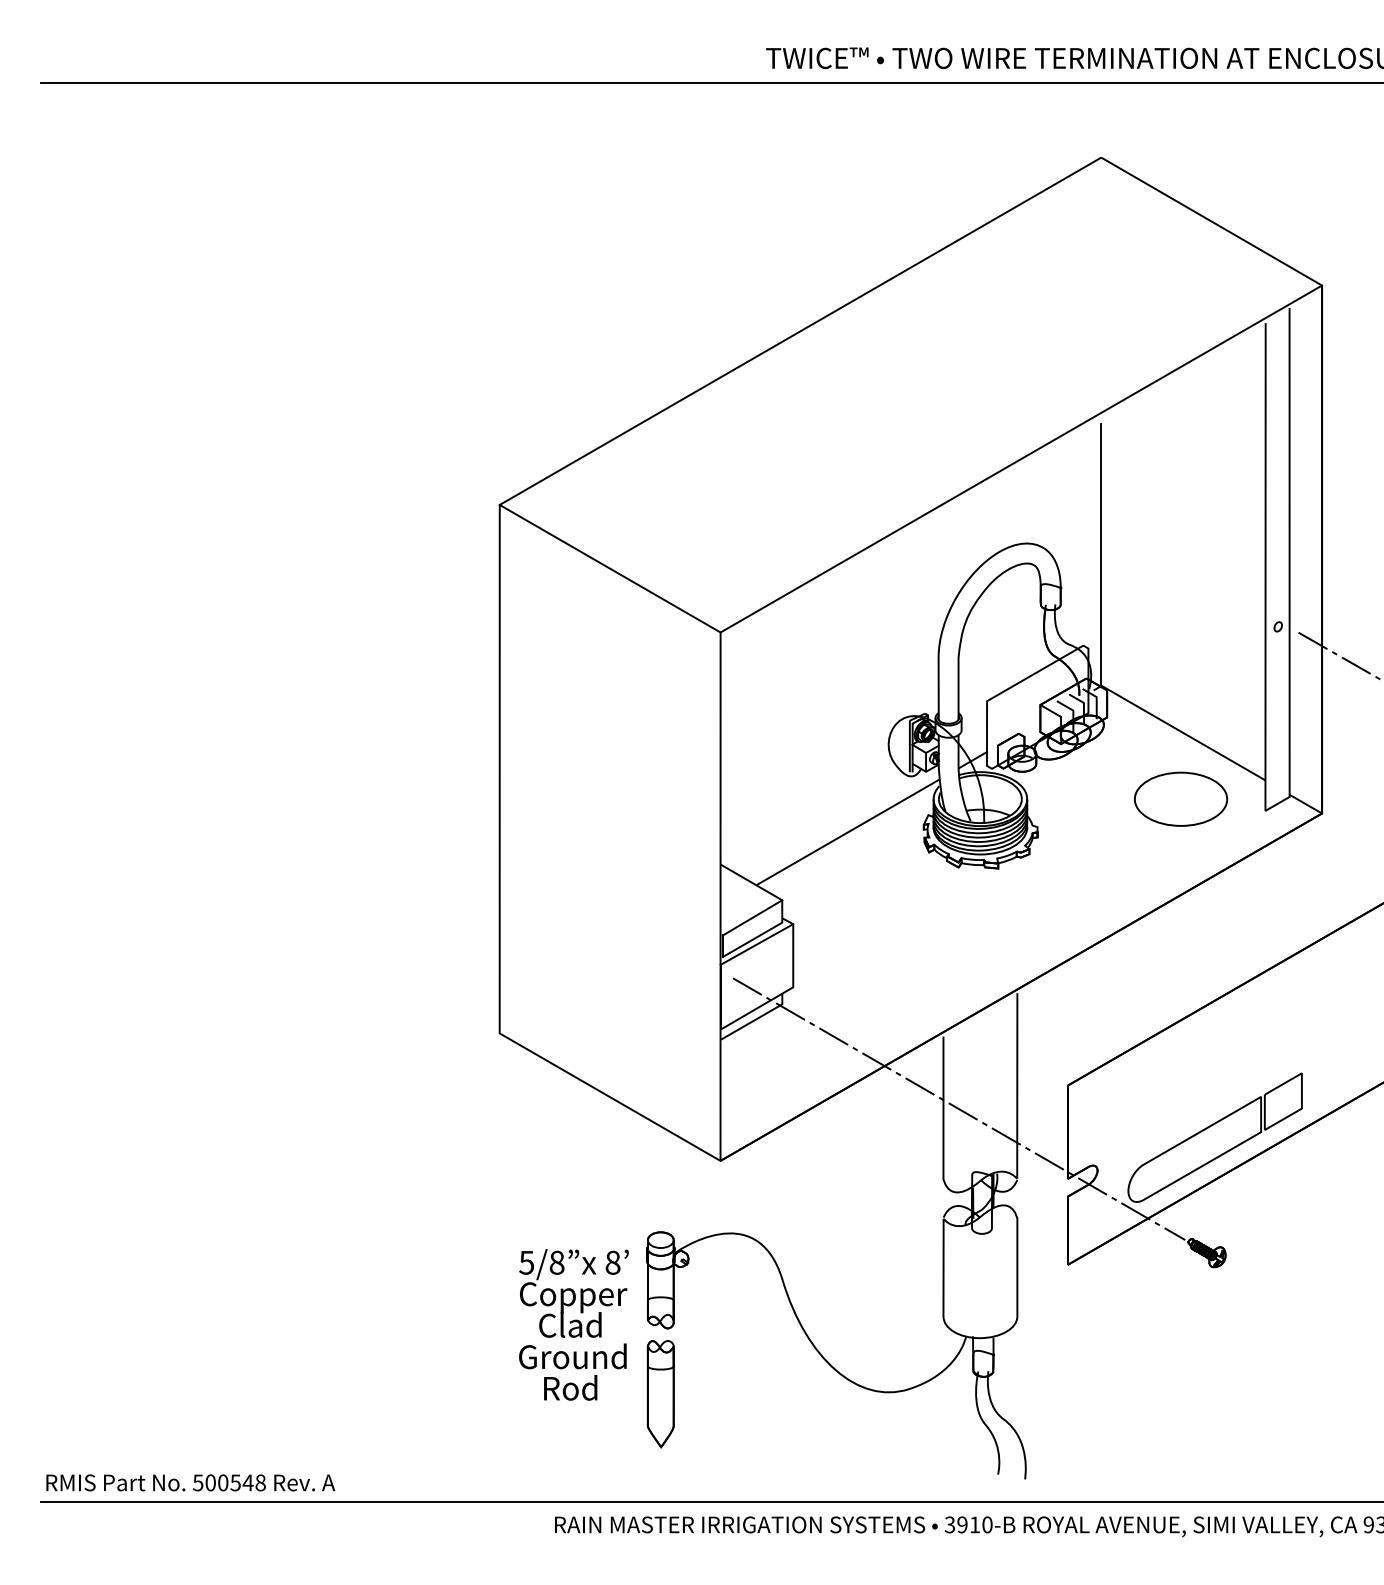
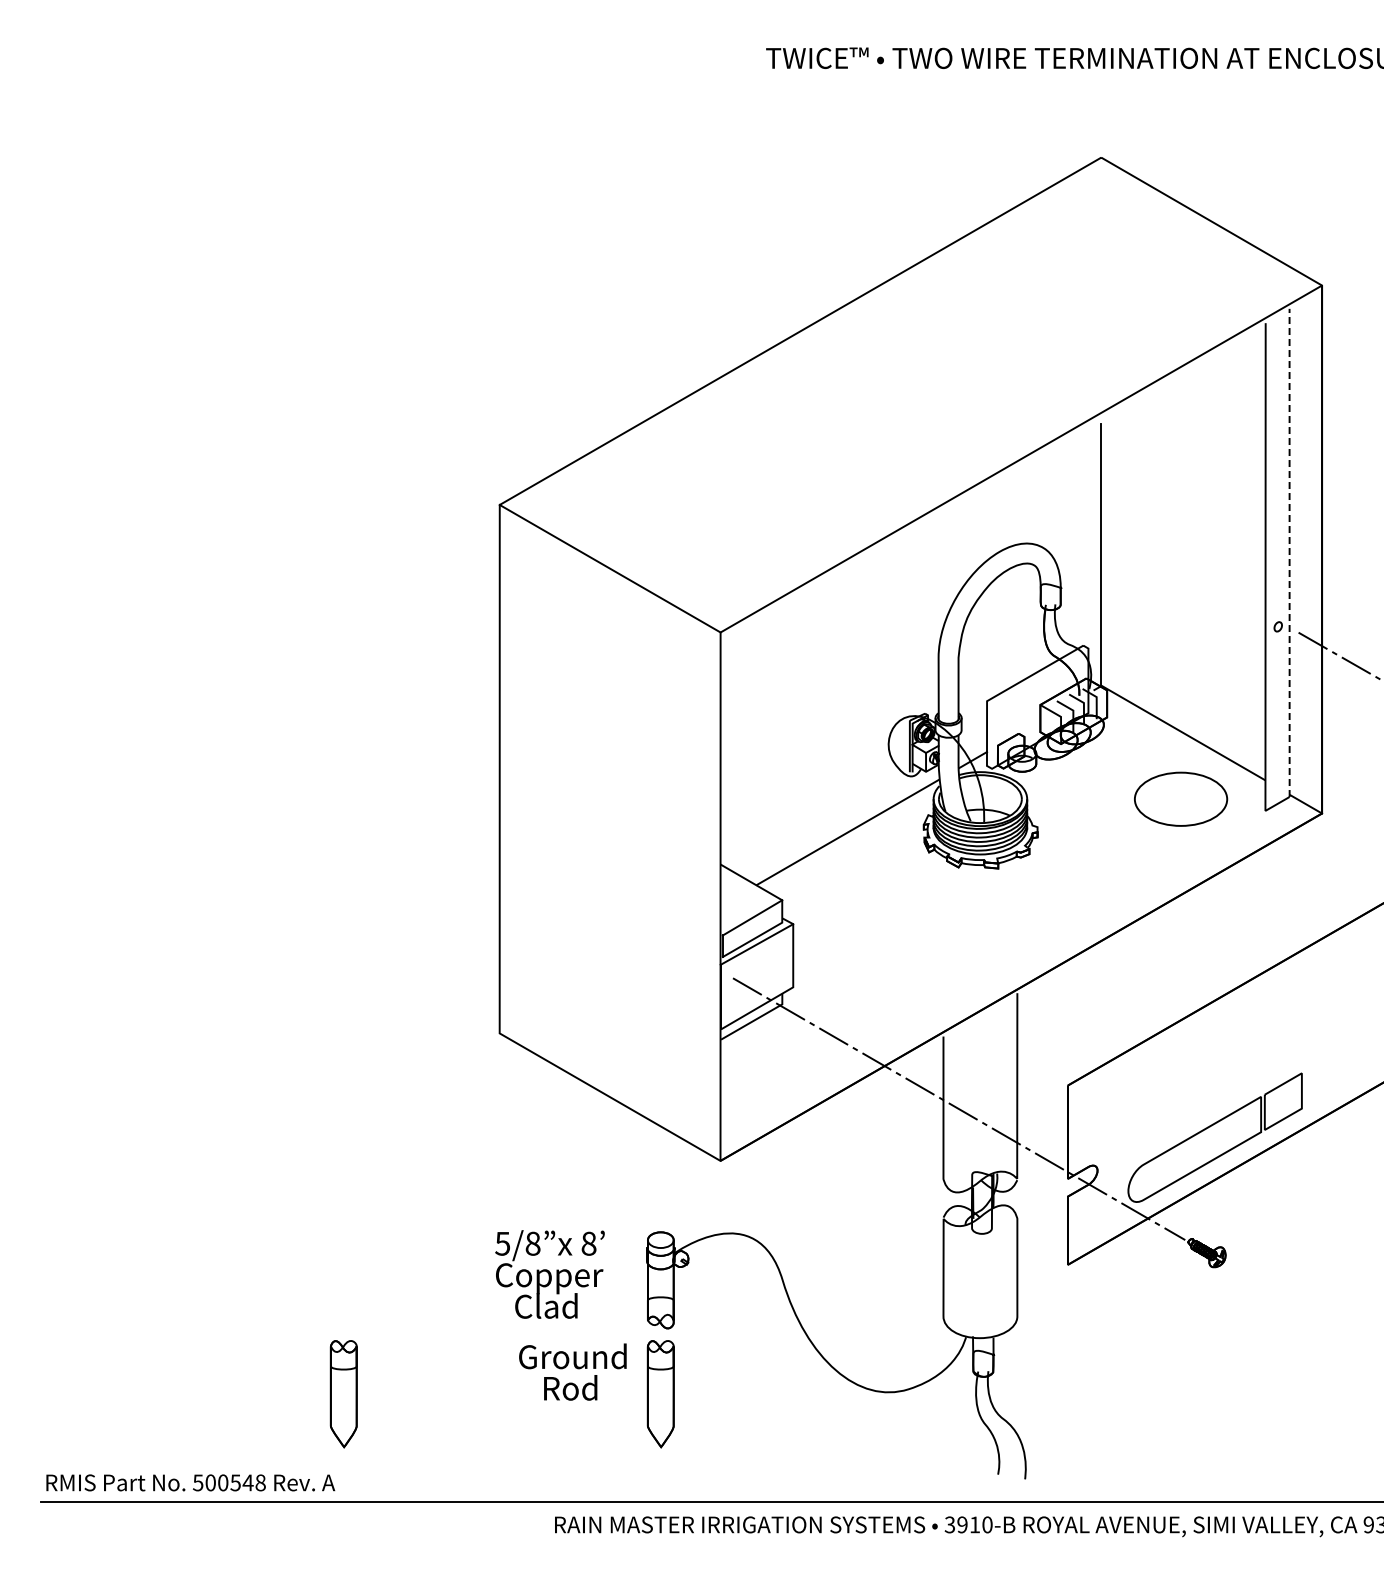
line at (710, 83): present -> none
line at (1289, 552): solid -> dashed
text at (573, 1293) position: (573, 1293) -> (549, 1274)
part at (343, 1394): none -> present
